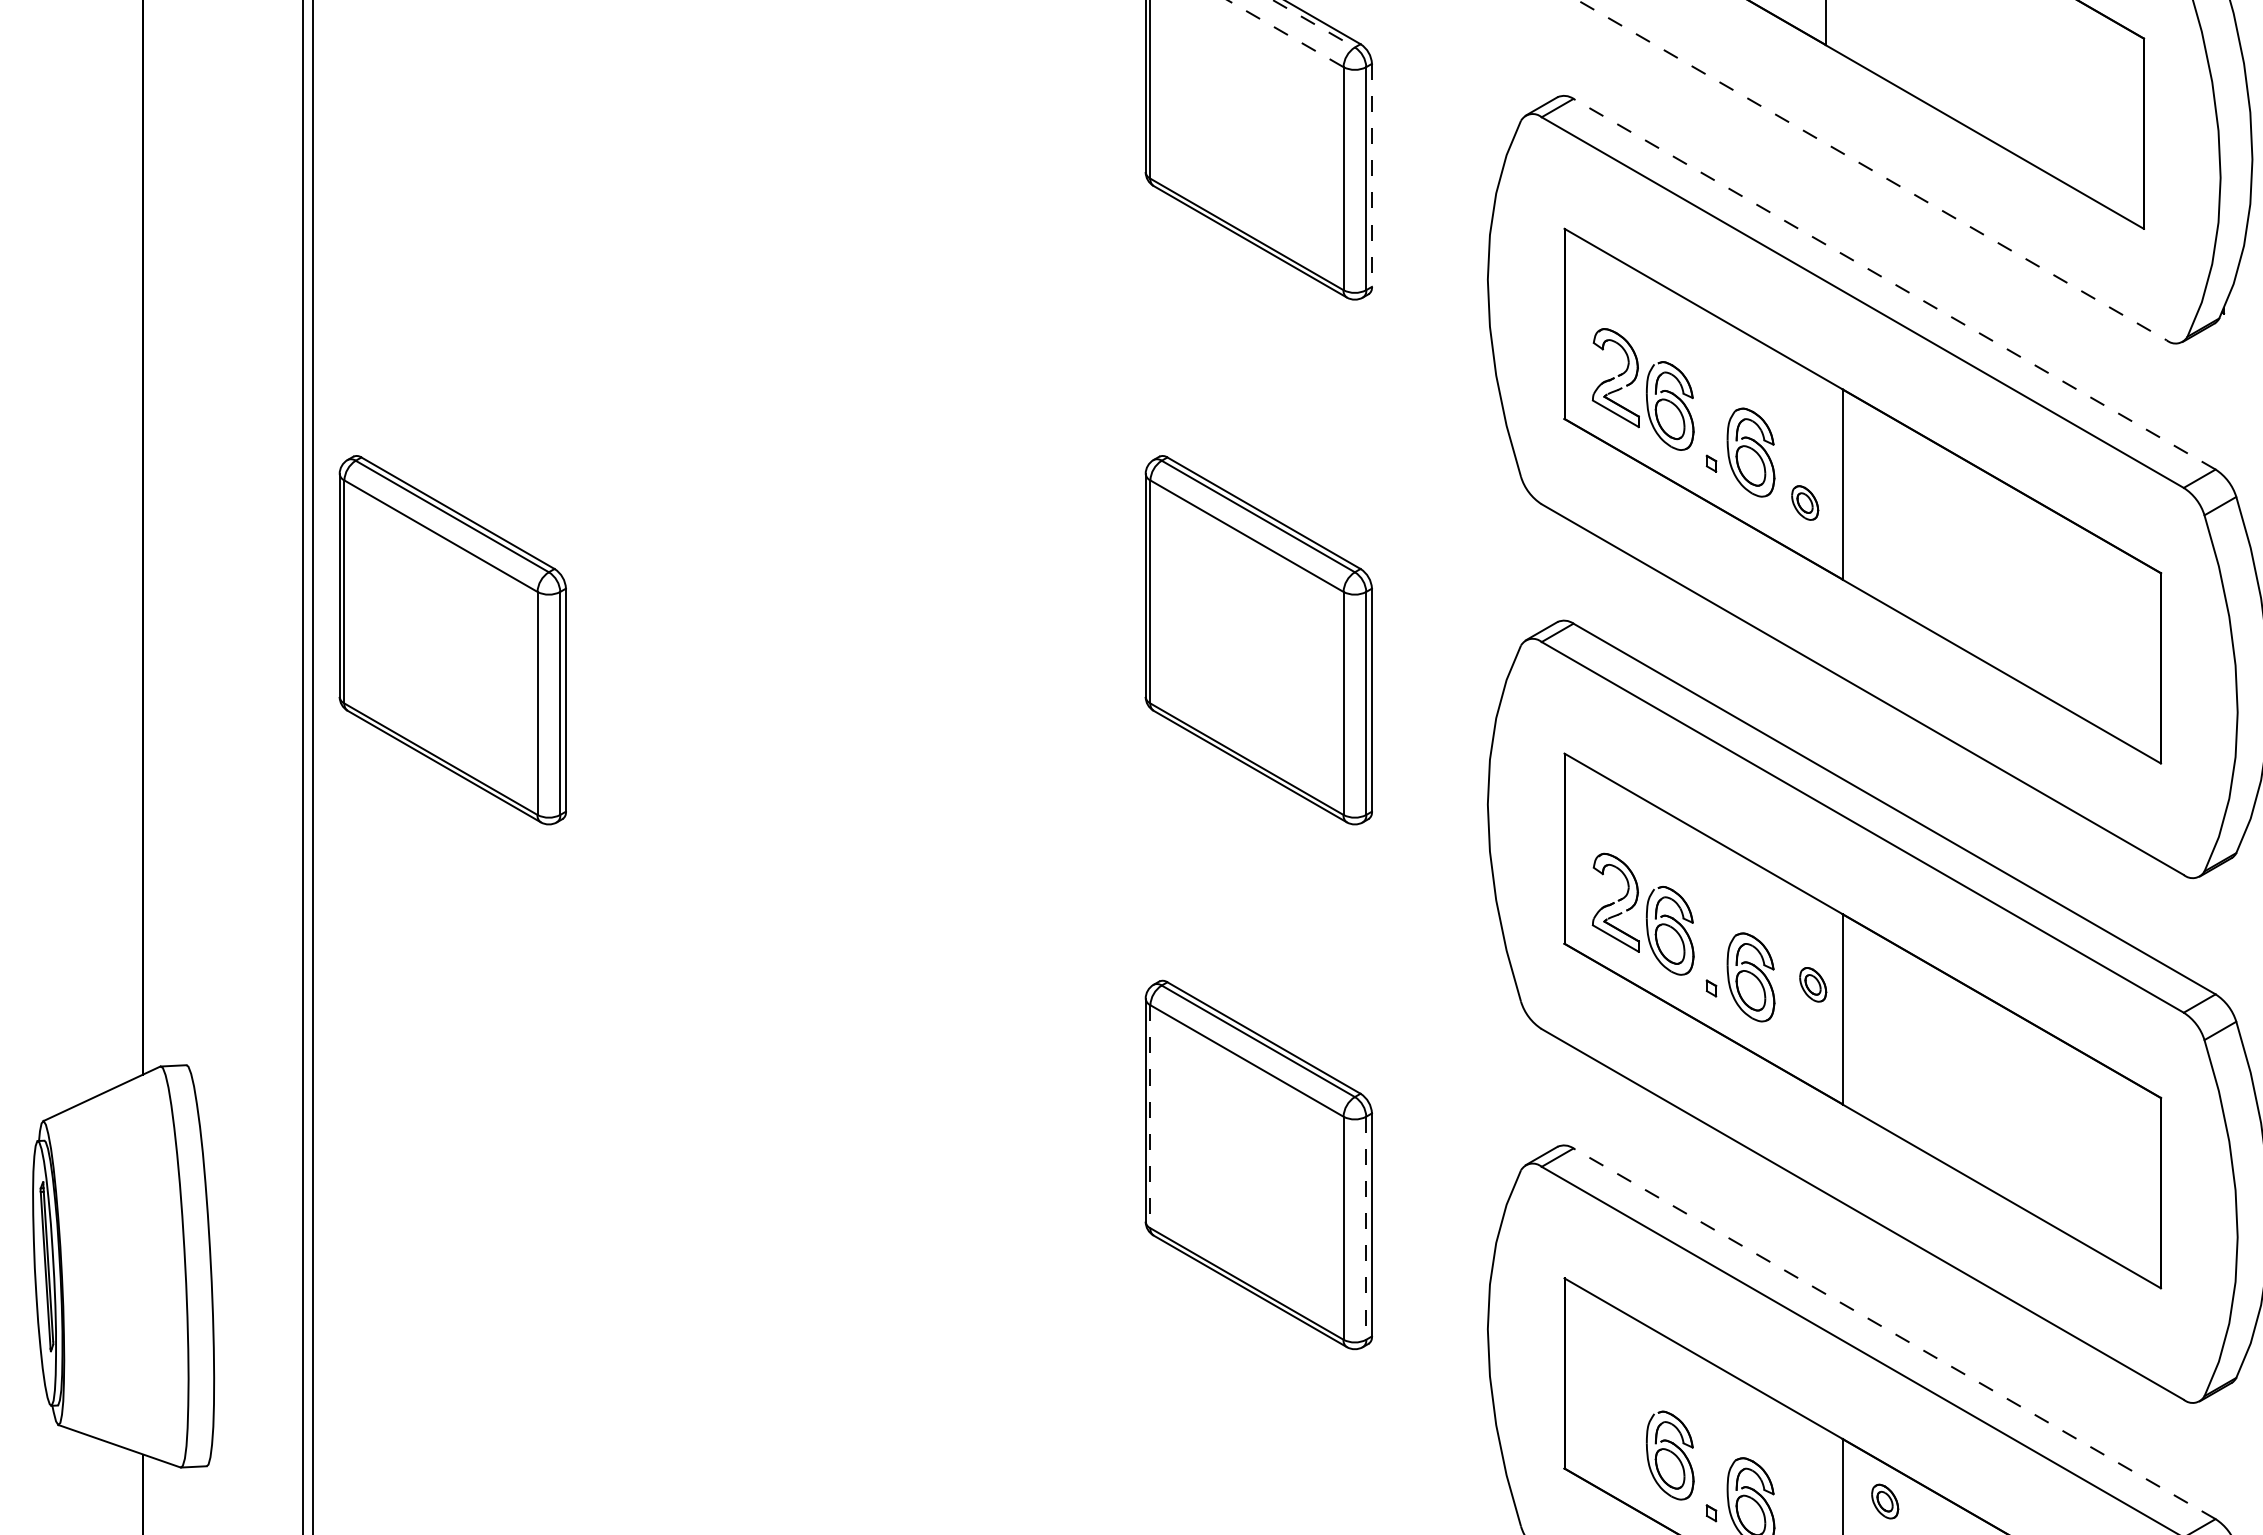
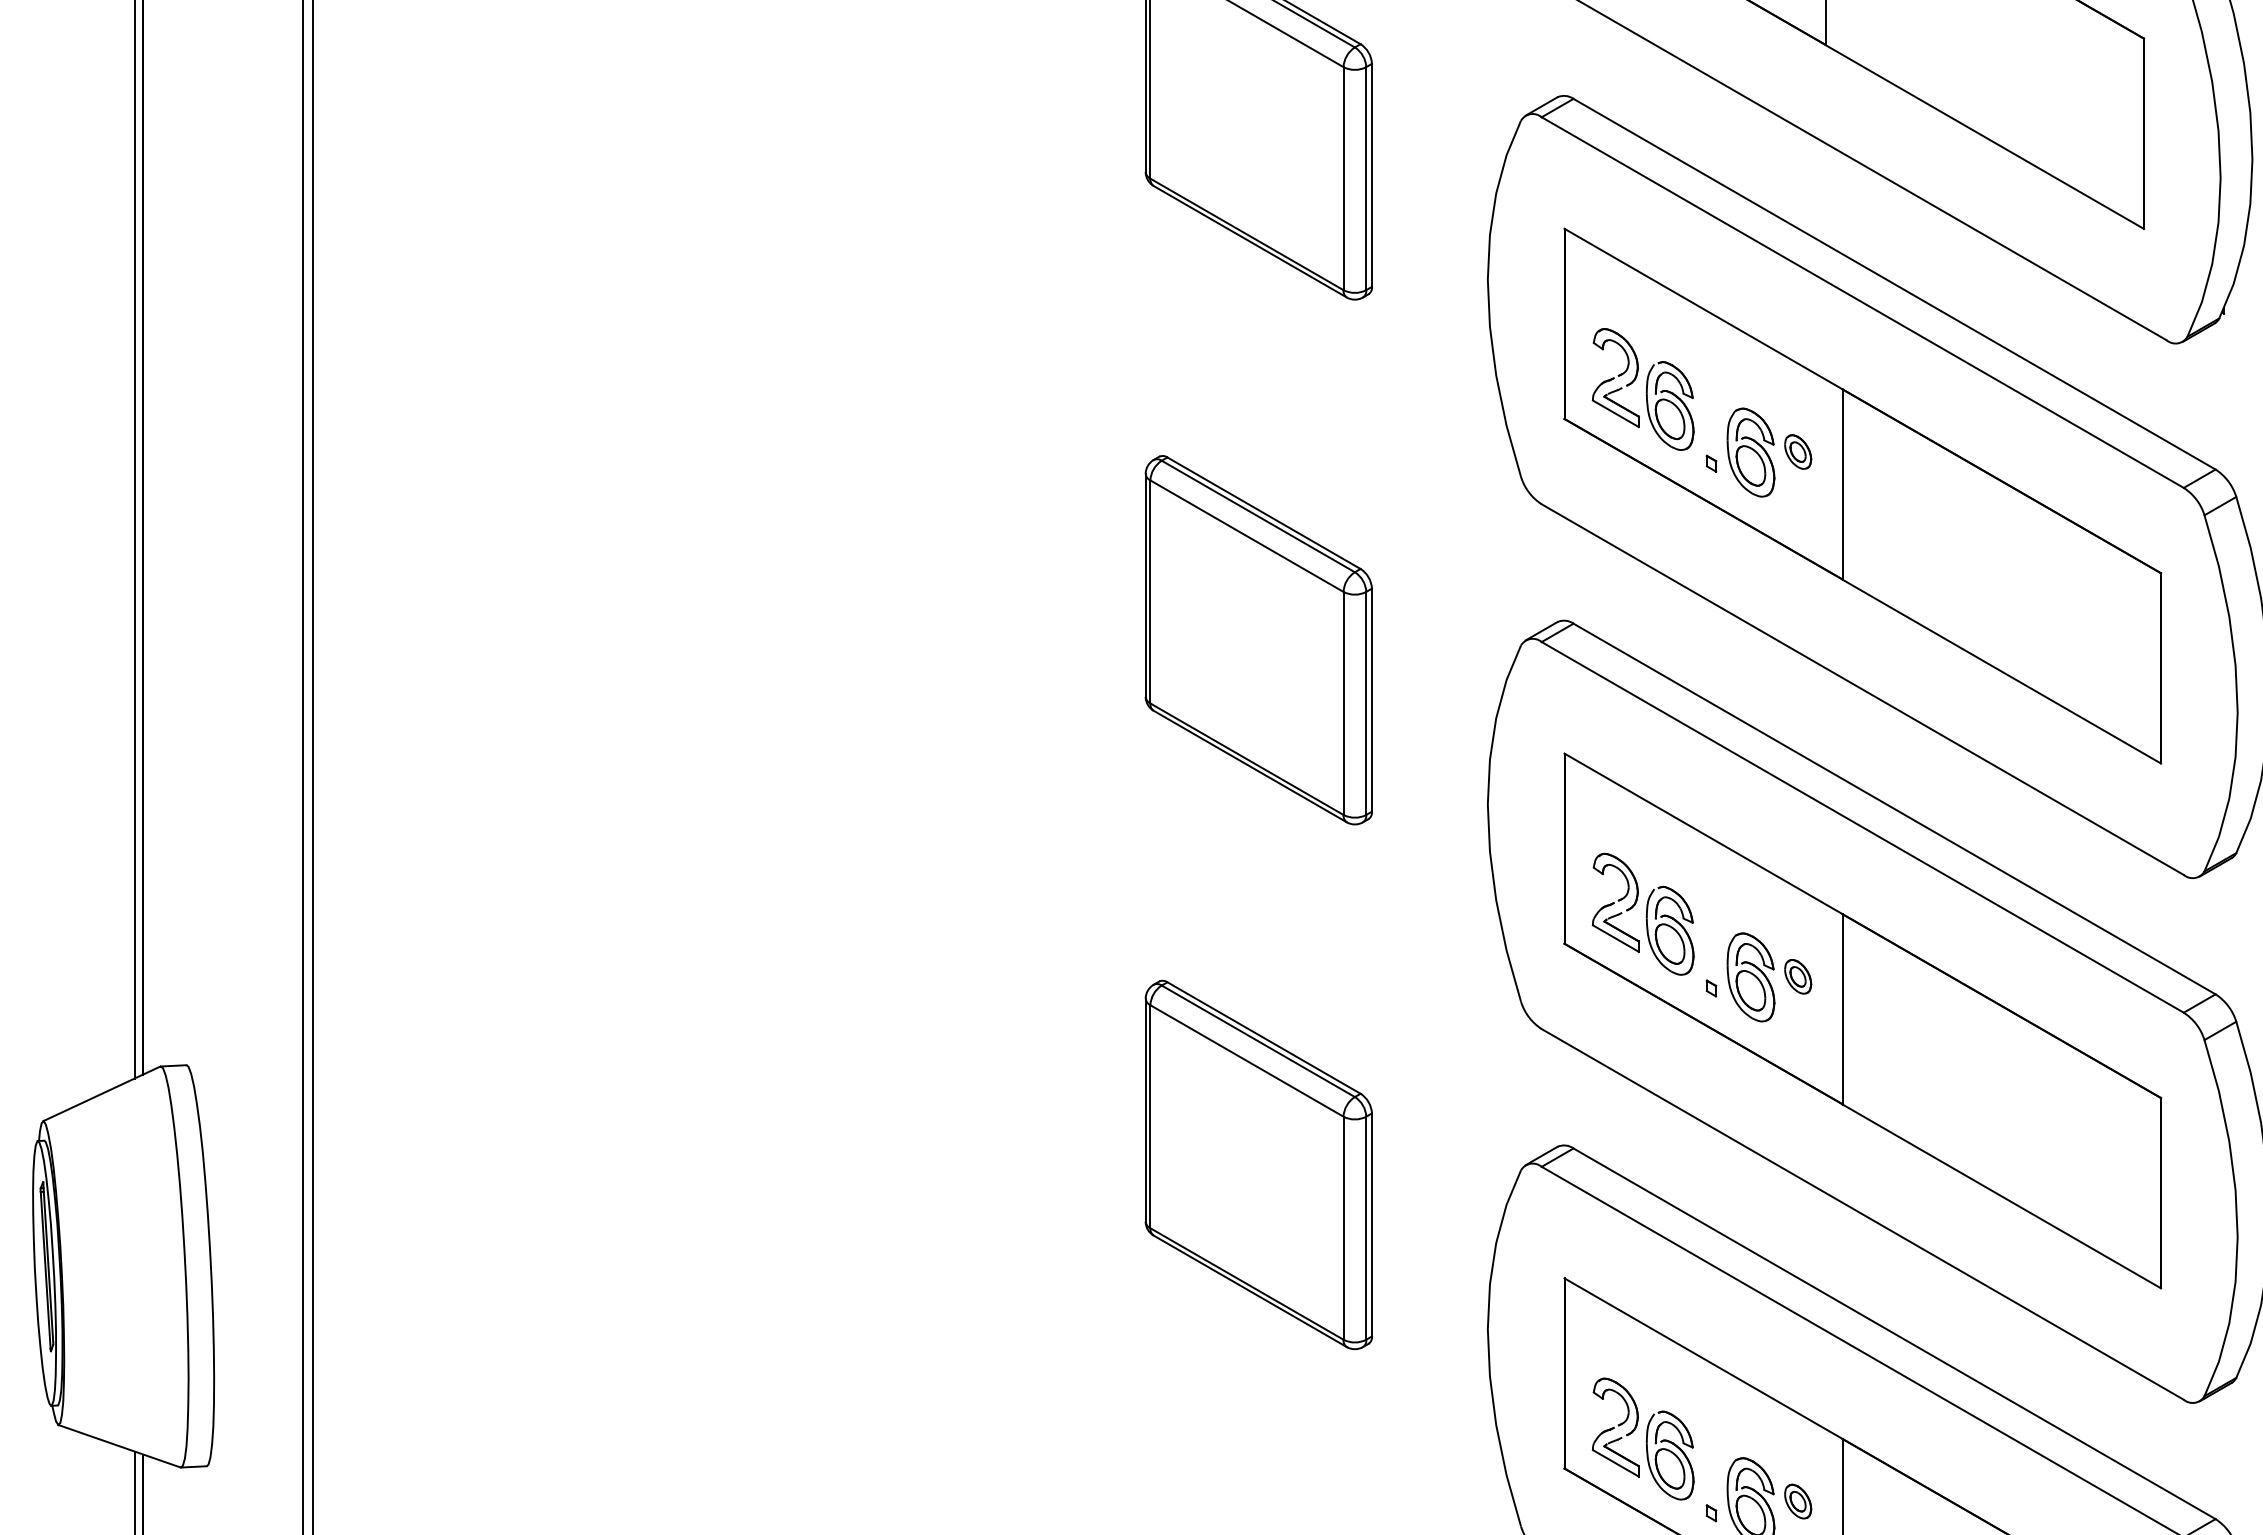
line at (1314, 24): dashed -> solid
line at (1285, 33): dashed -> solid
line at (1872, 170): dashed -> solid
line at (1371, 175): dashed -> solid
line at (1894, 284): dashed -> solid
part at (1805, 502) position: (1805, 502) -> (1798, 451)
line at (134, 540): none -> present
part at (452, 640): present -> none
part at (1813, 984) position: (1813, 984) -> (1798, 976)
line at (1150, 1116): dashed -> solid
line at (1366, 1228): dashed -> solid
line at (1894, 1333): dashed -> solid
part at (1615, 1427): none -> present
line at (134, 1491): none -> present
part at (1885, 1501) position: (1885, 1501) -> (1798, 1501)
